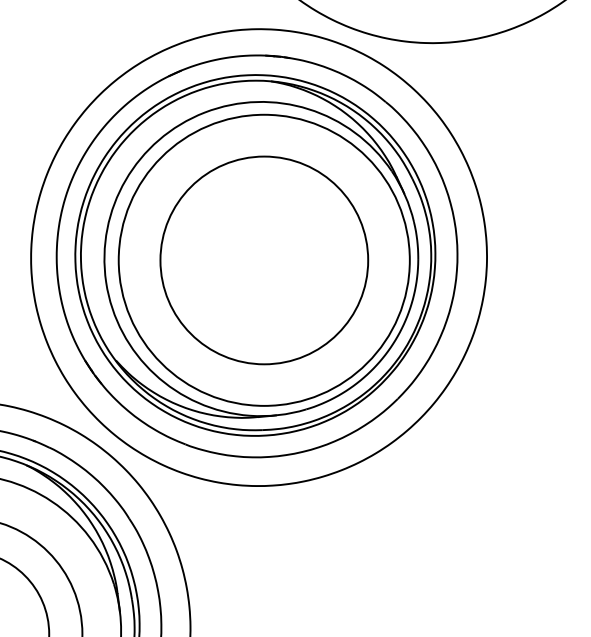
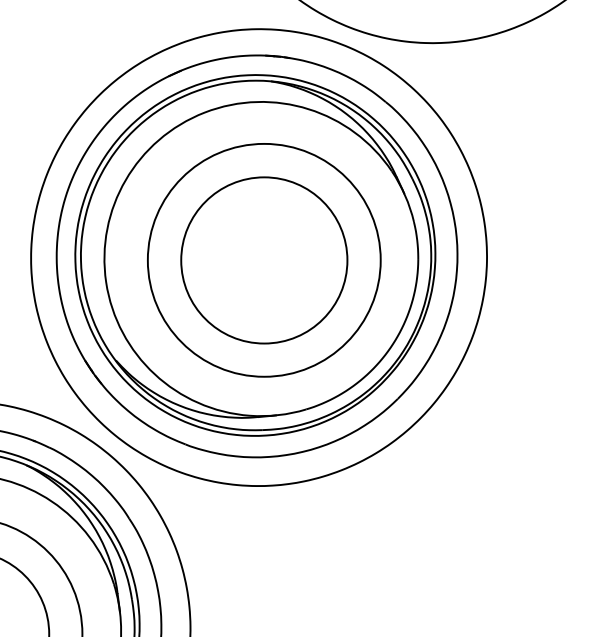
circle at (263, 259) diameter: 291 px -> 233 px
circle at (264, 260) diameter: 208 px -> 166 px
